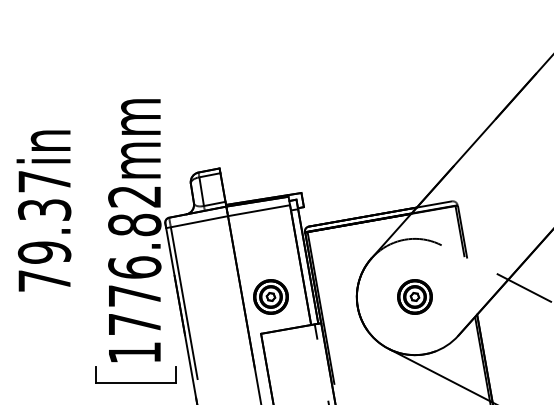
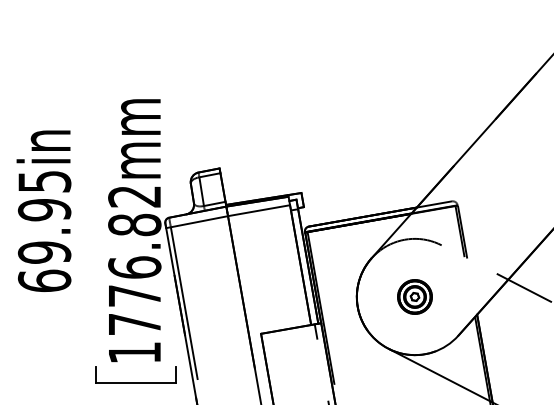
text at (44, 231): 79.37in -> 69.95in
part at (270, 296): present -> none
